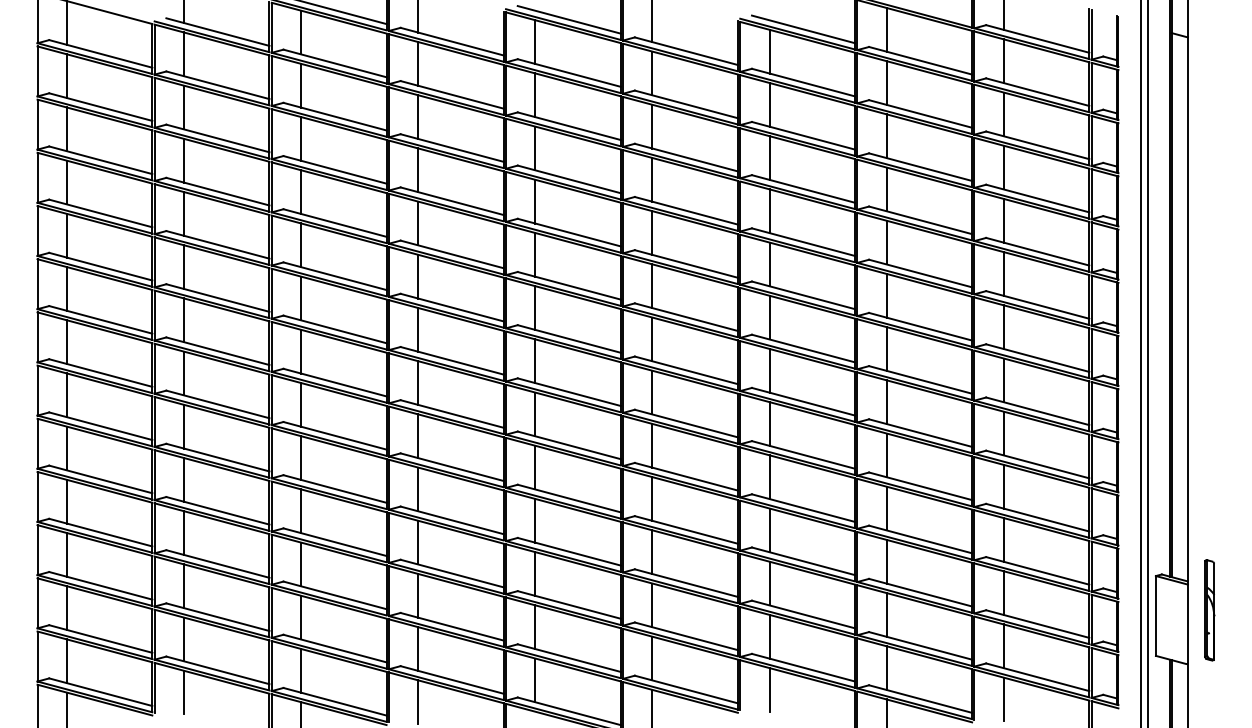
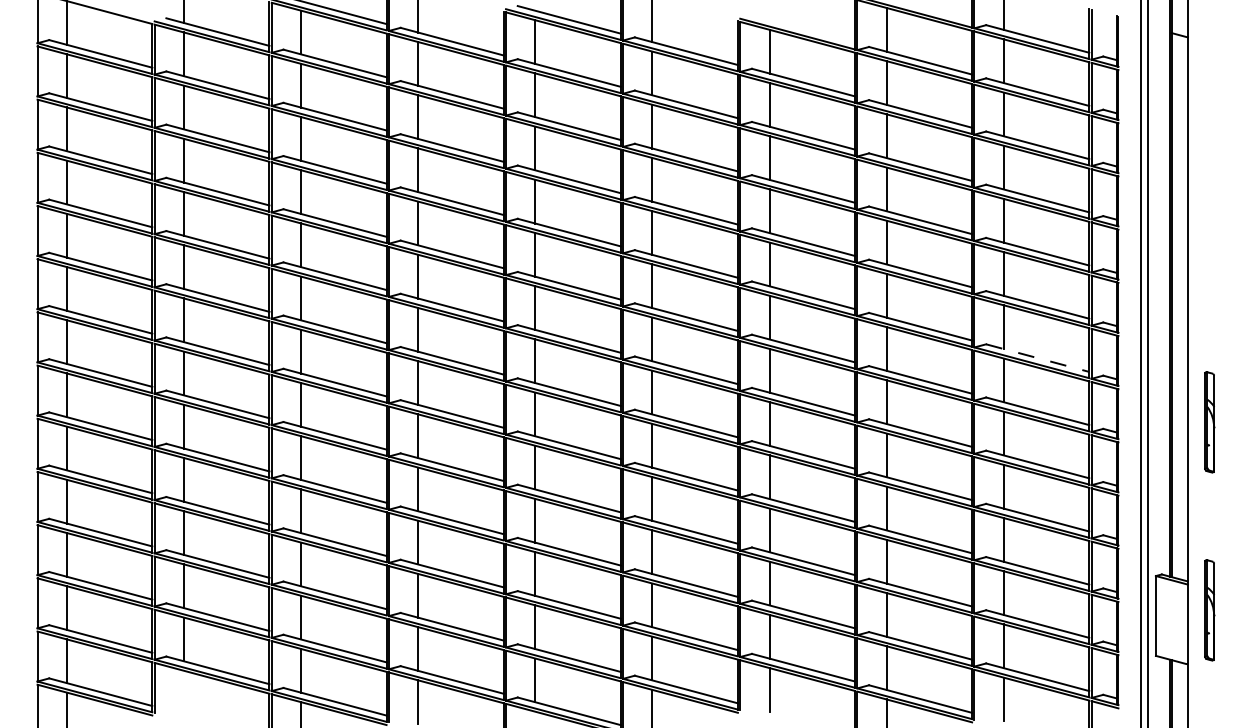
line at (803, 29): present -> none
line at (1038, 358): solid -> dashed
part at (1209, 422): none -> present
line at (183, 692): present -> none
